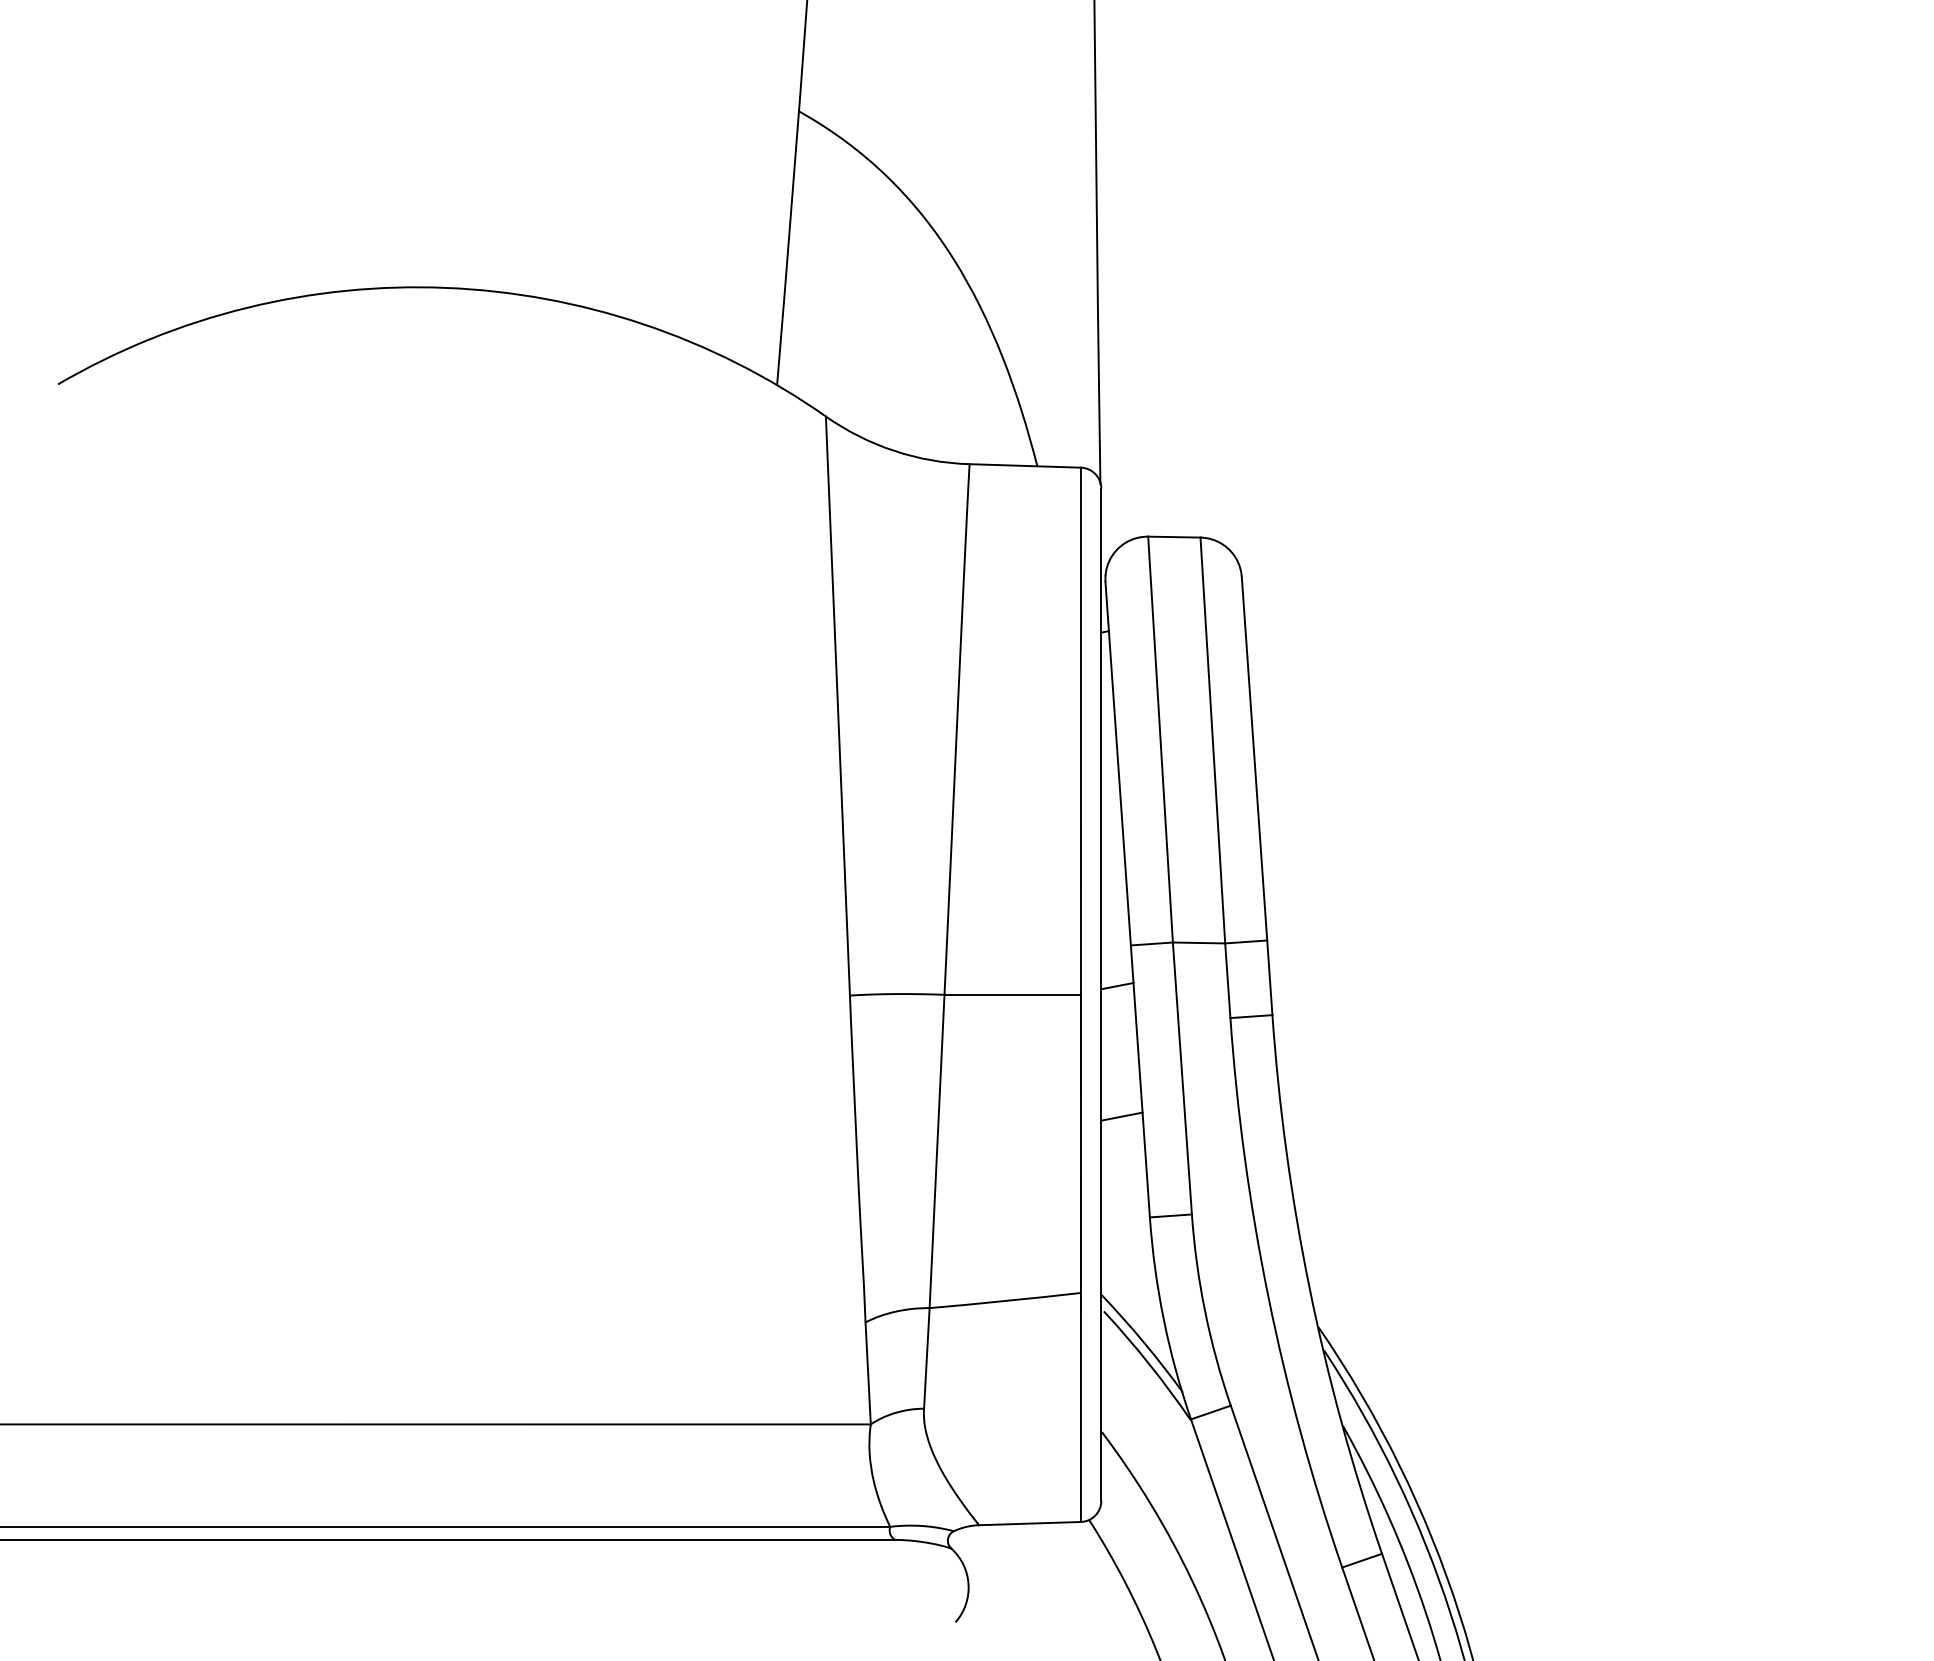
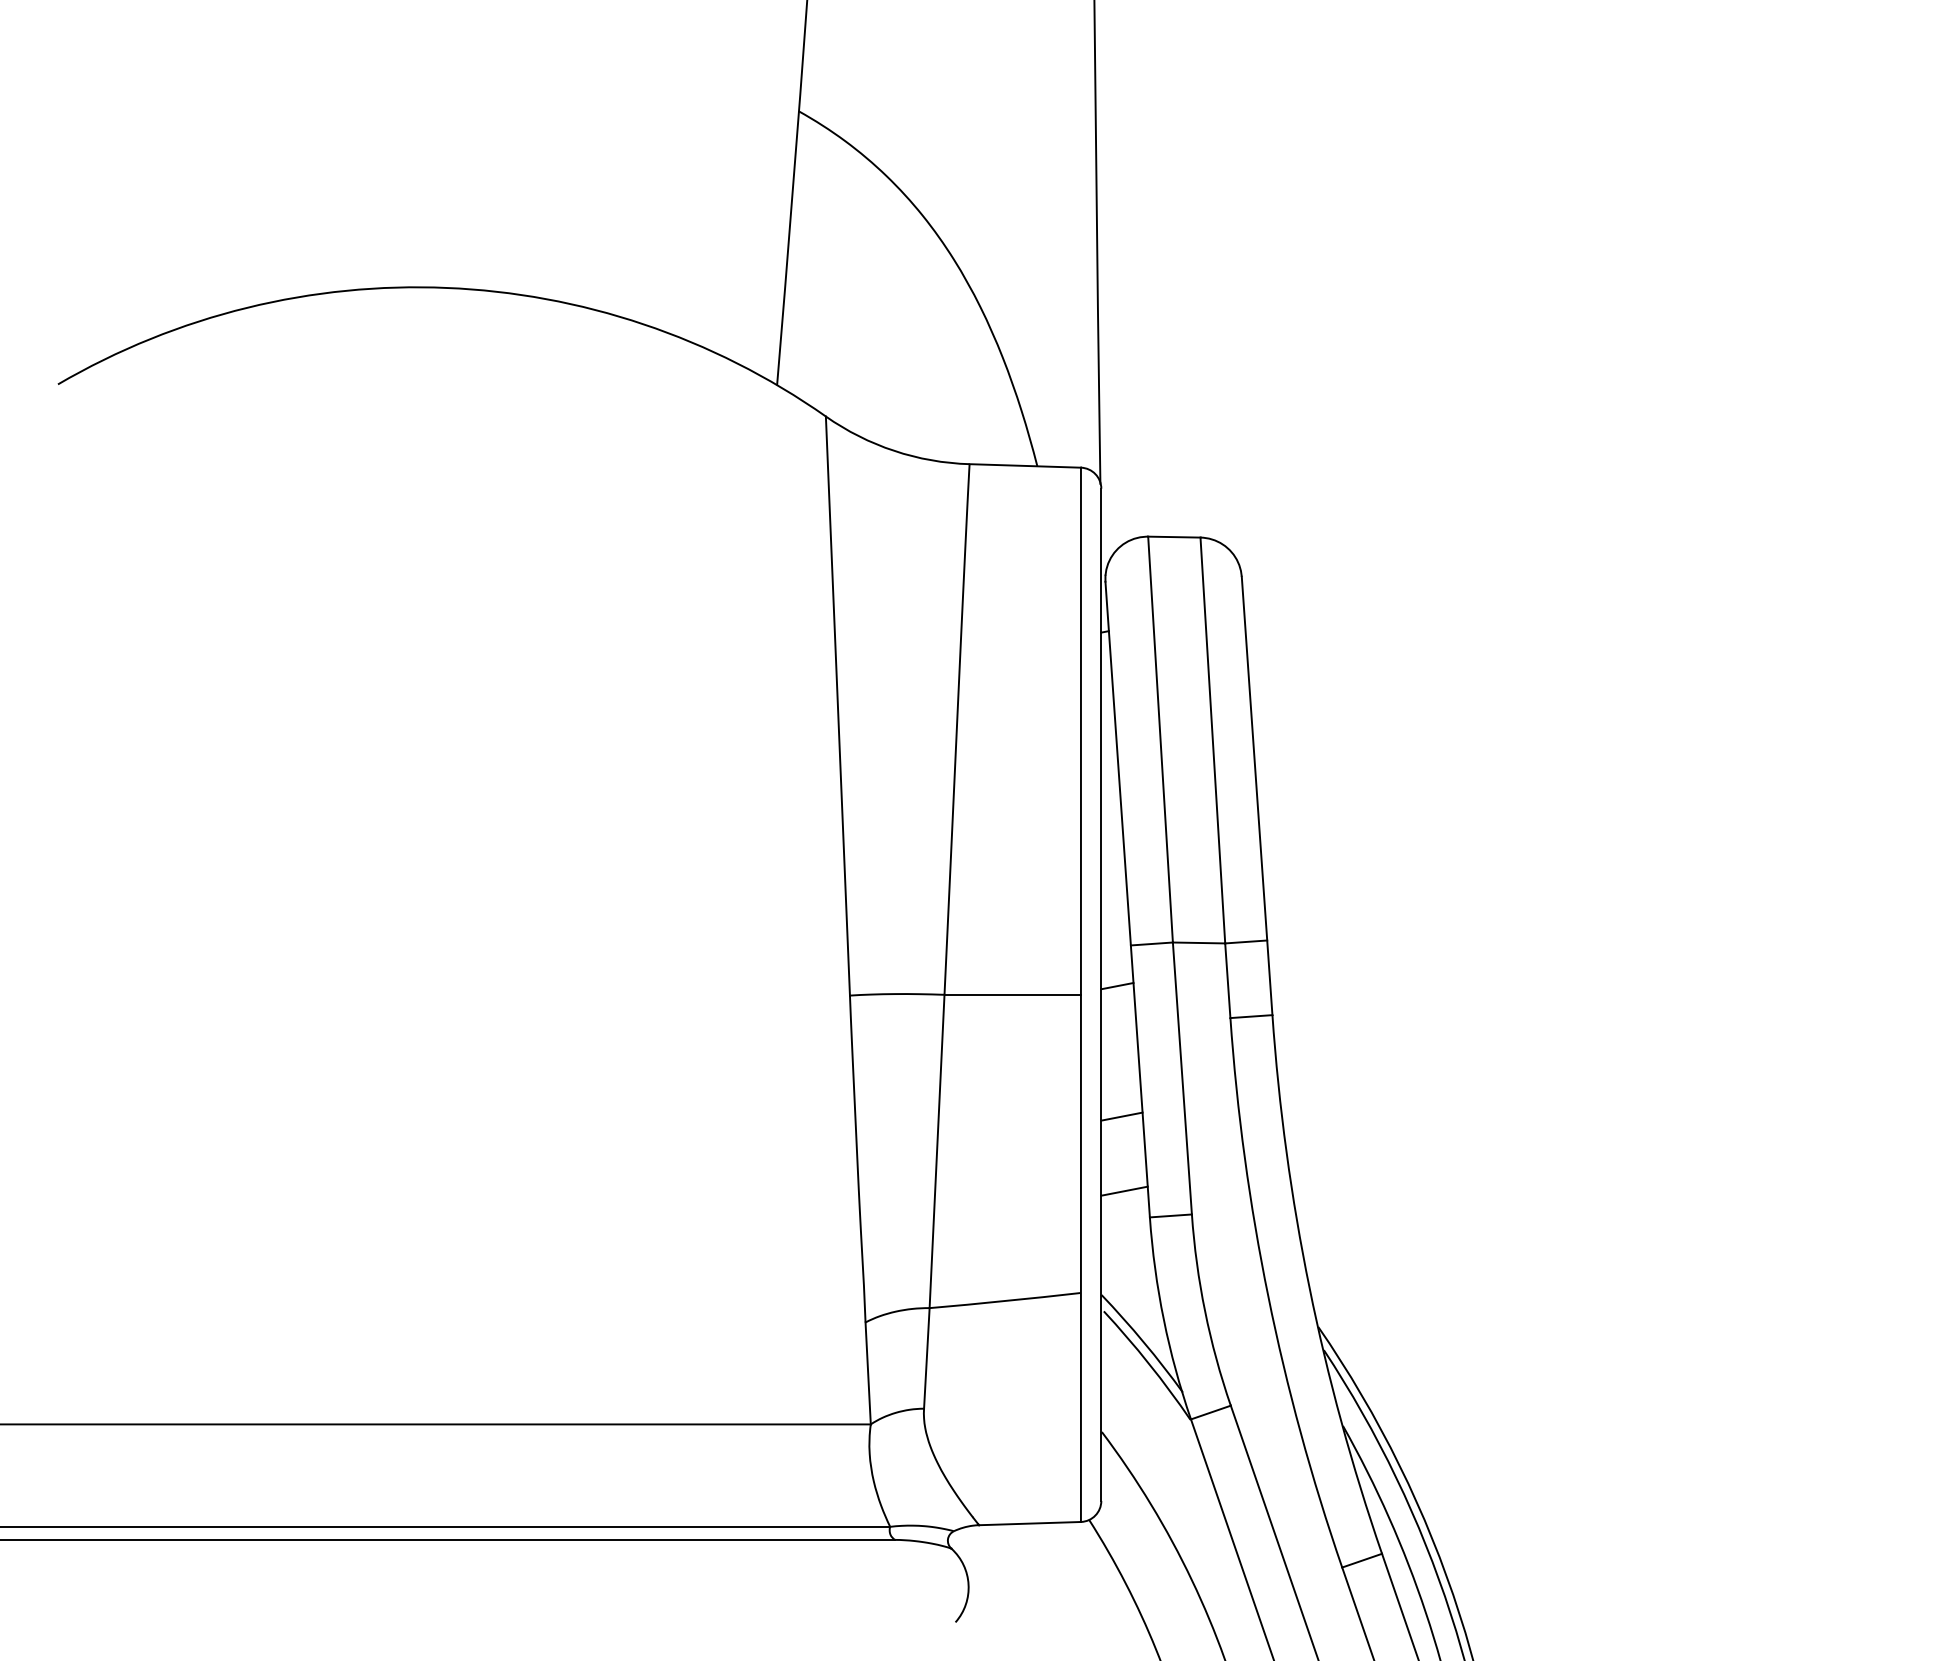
line at (1124, 1190): none -> present
